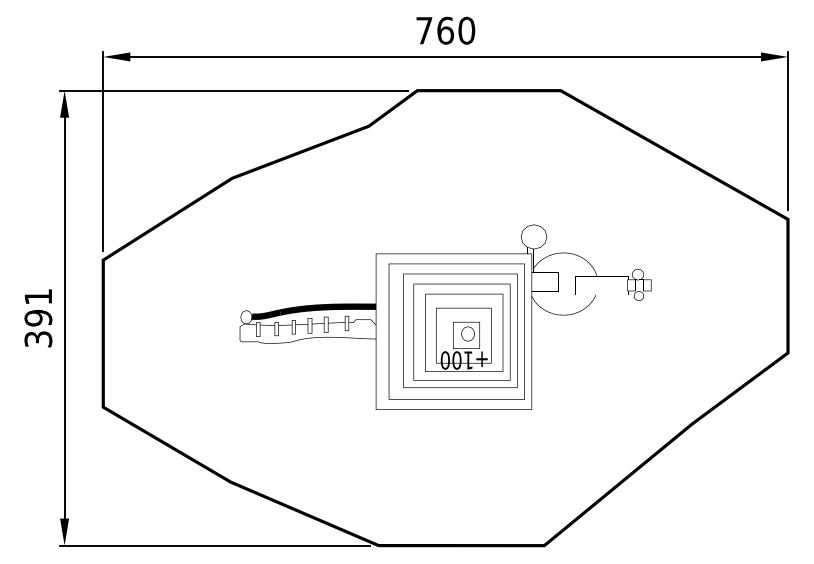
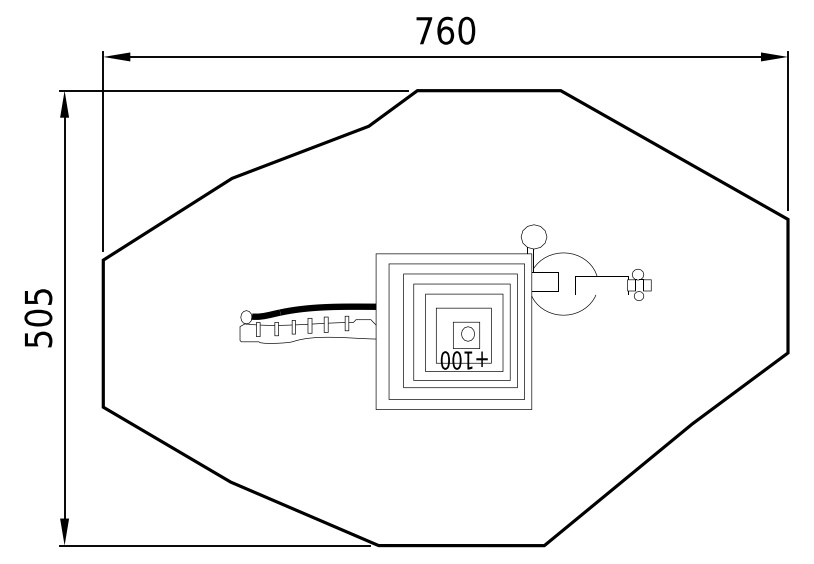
text at (38, 317): 391 -> 505
